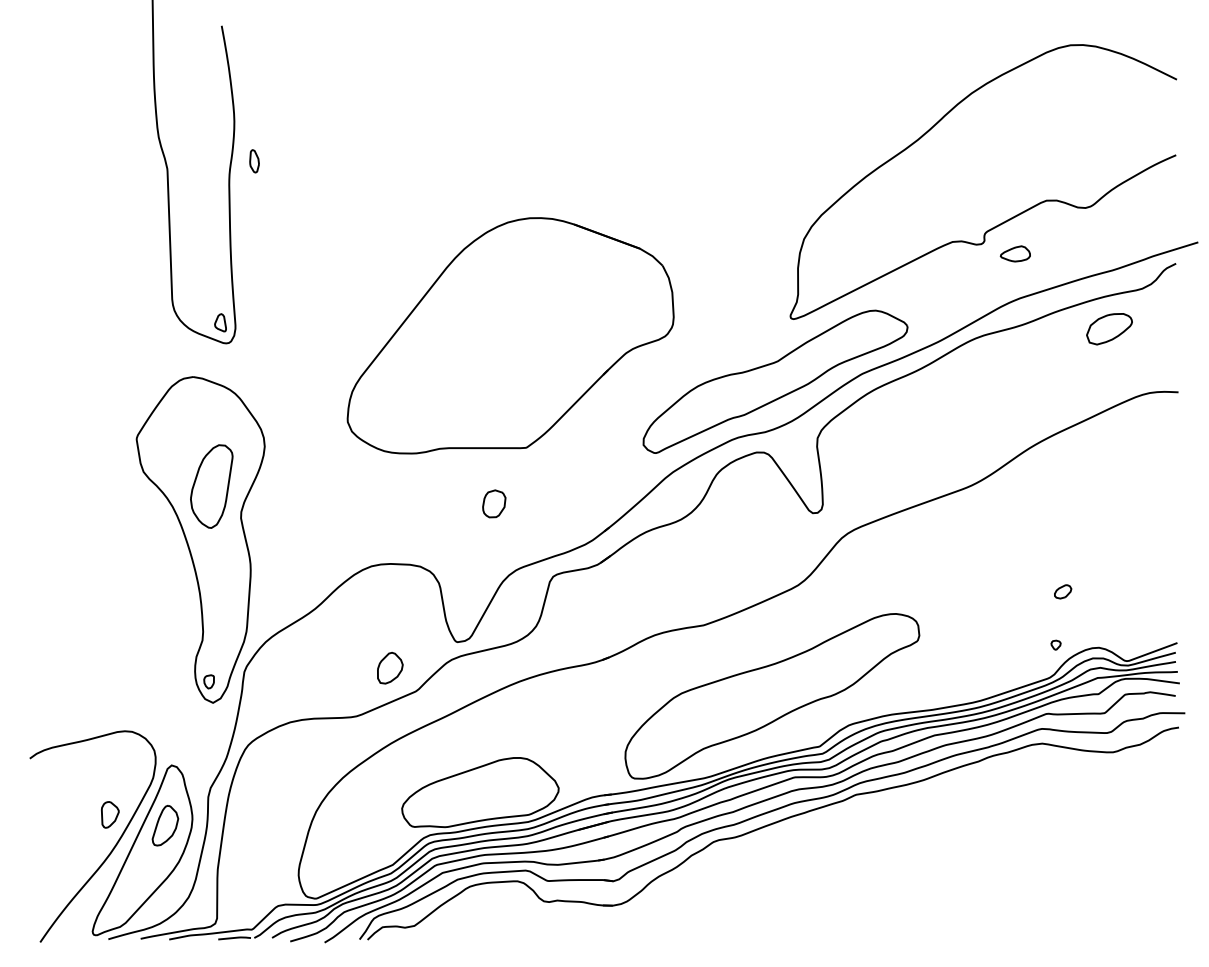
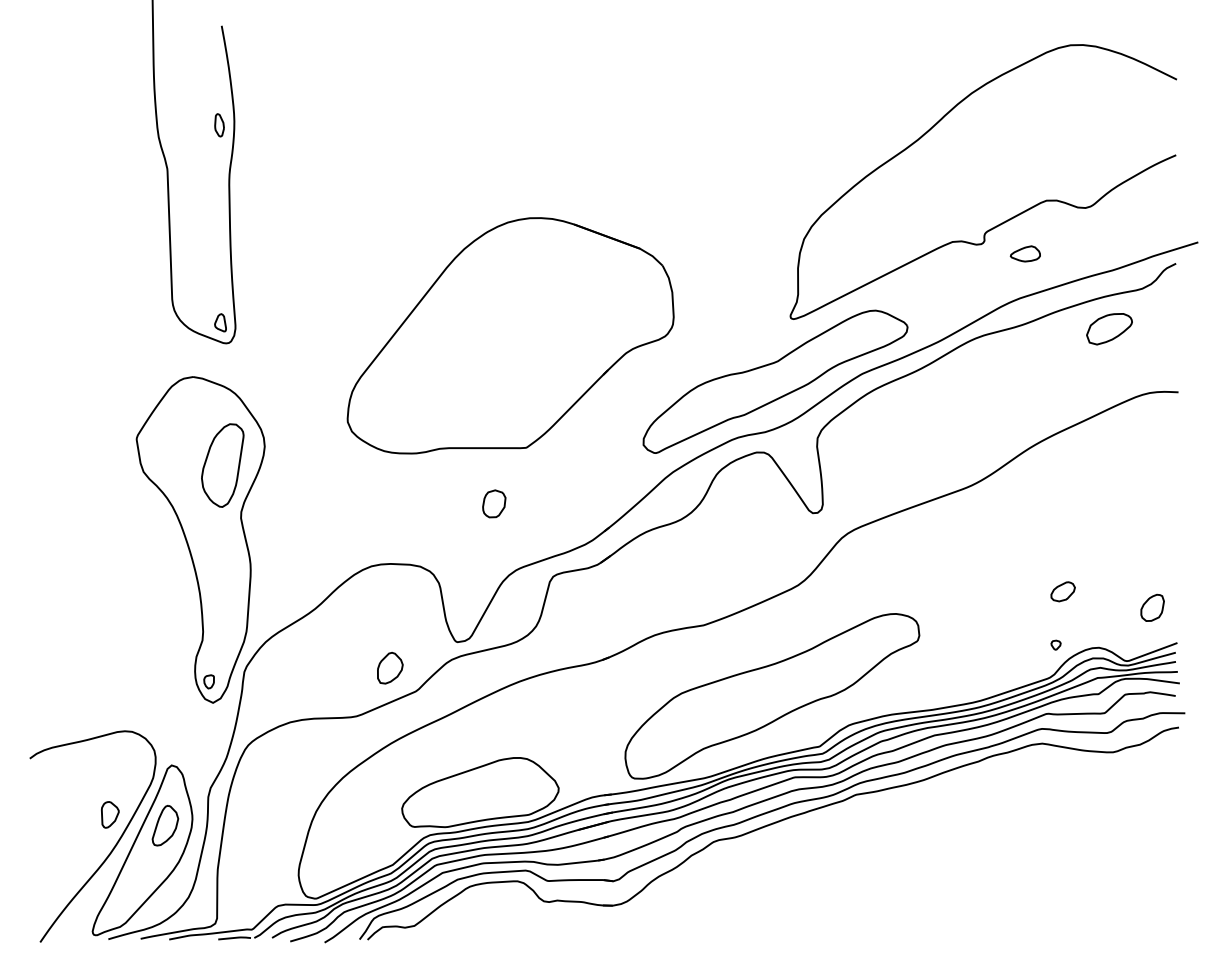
part at (254, 161) position: (254, 161) -> (219, 125)
part at (1014, 253) position: (1014, 253) -> (1024, 253)
part at (211, 486) position: (211, 486) -> (222, 465)
part at (1063, 591) size: 19x16 px -> 26x22 px
part at (1152, 607): none -> present
